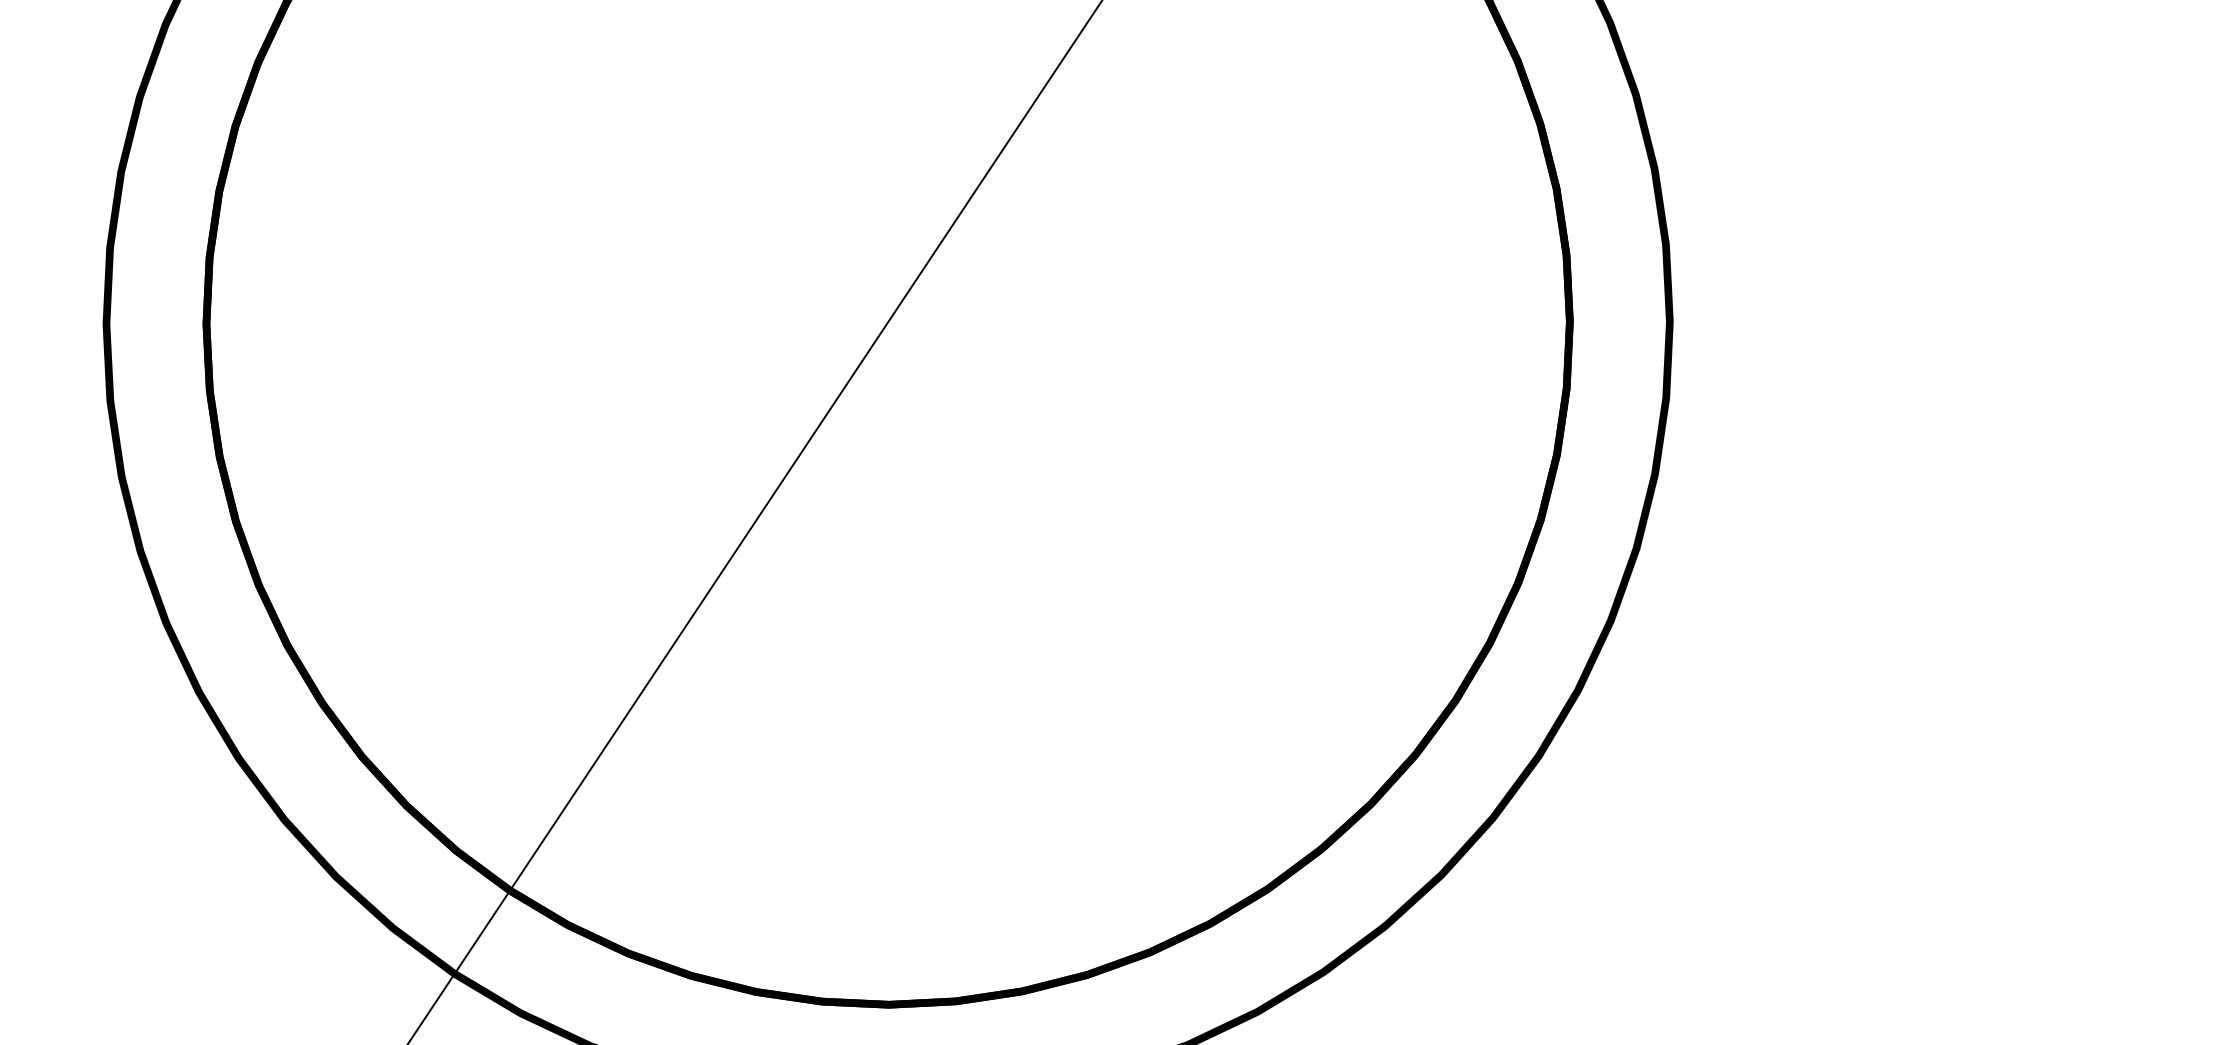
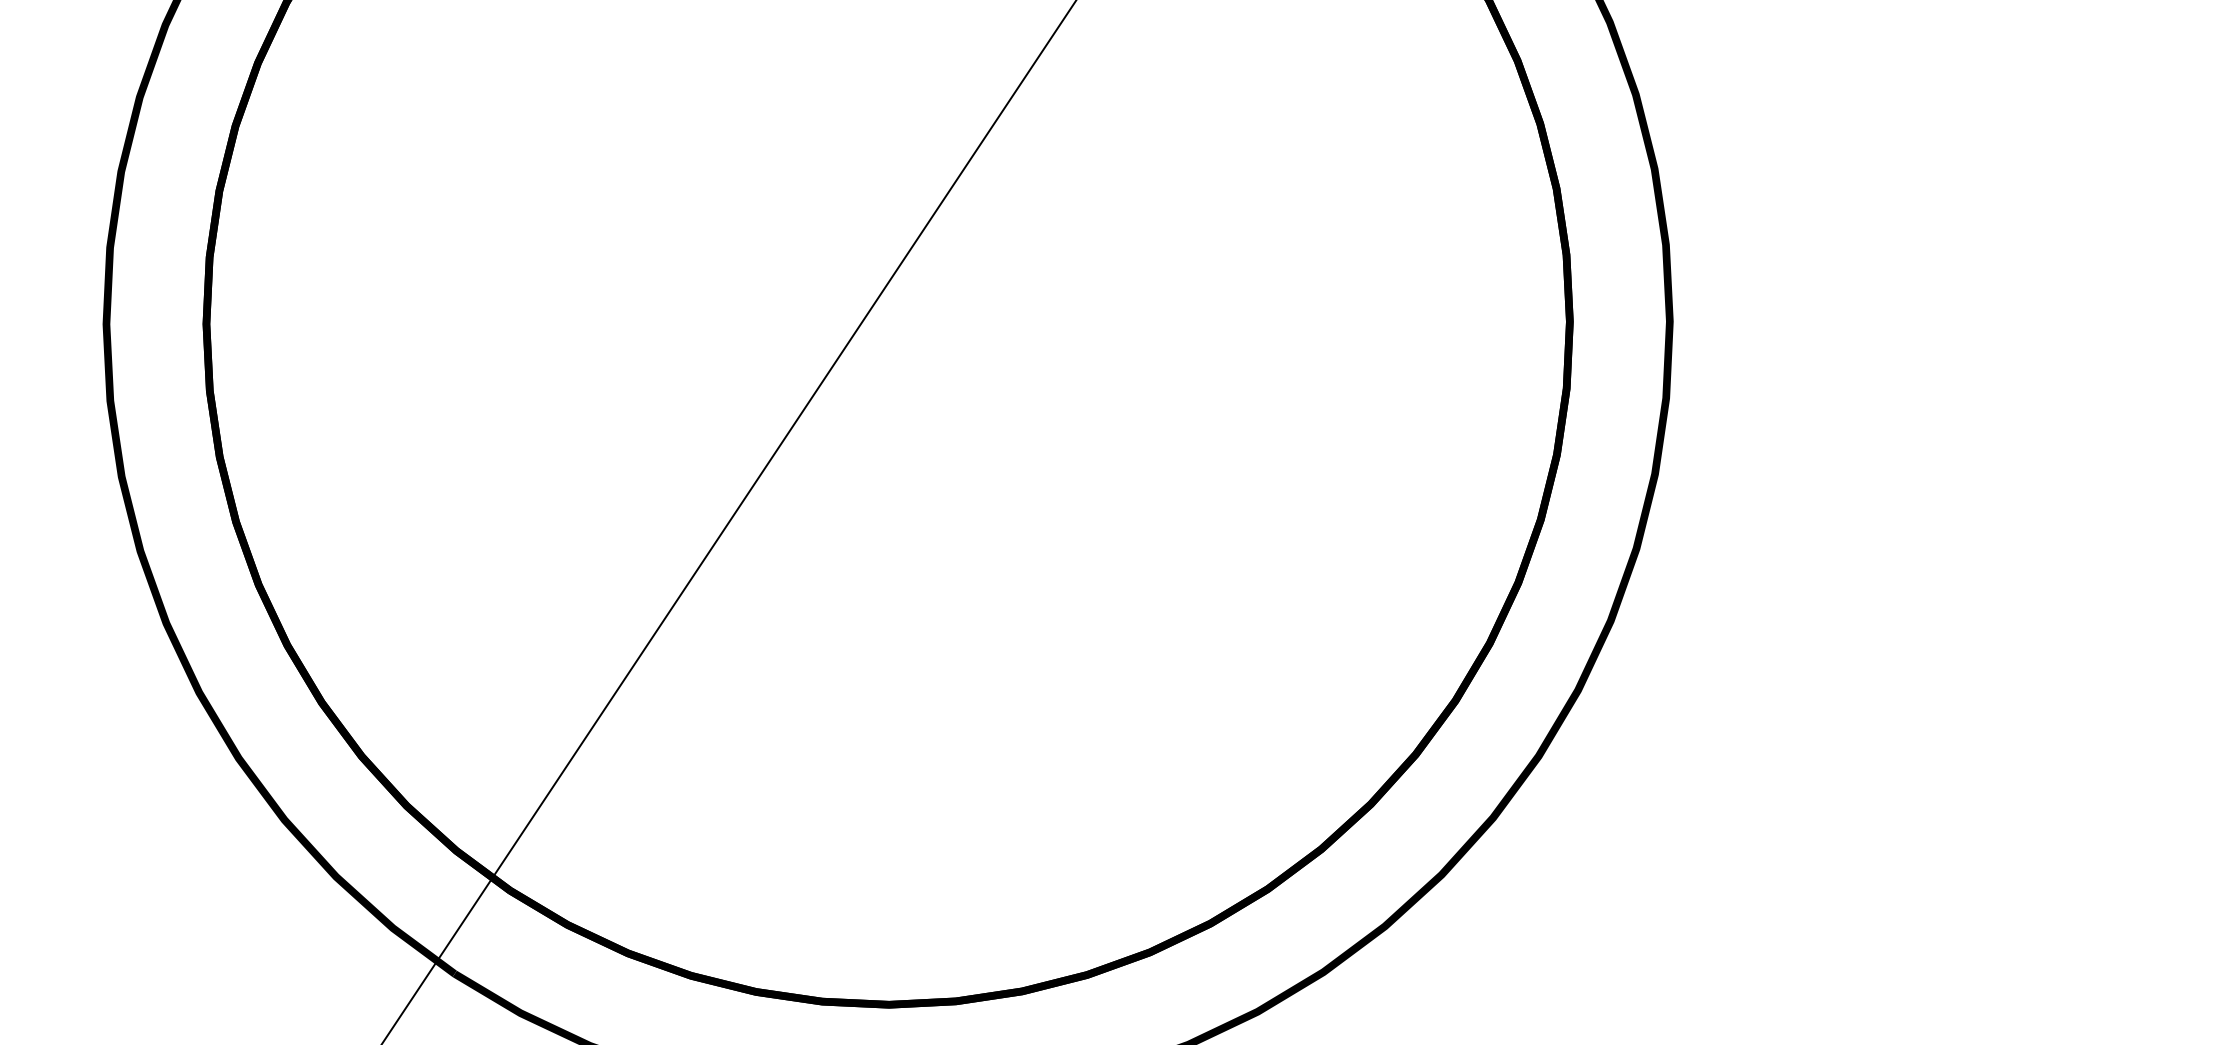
line at (754, 521) position: (754, 521) -> (729, 521)
